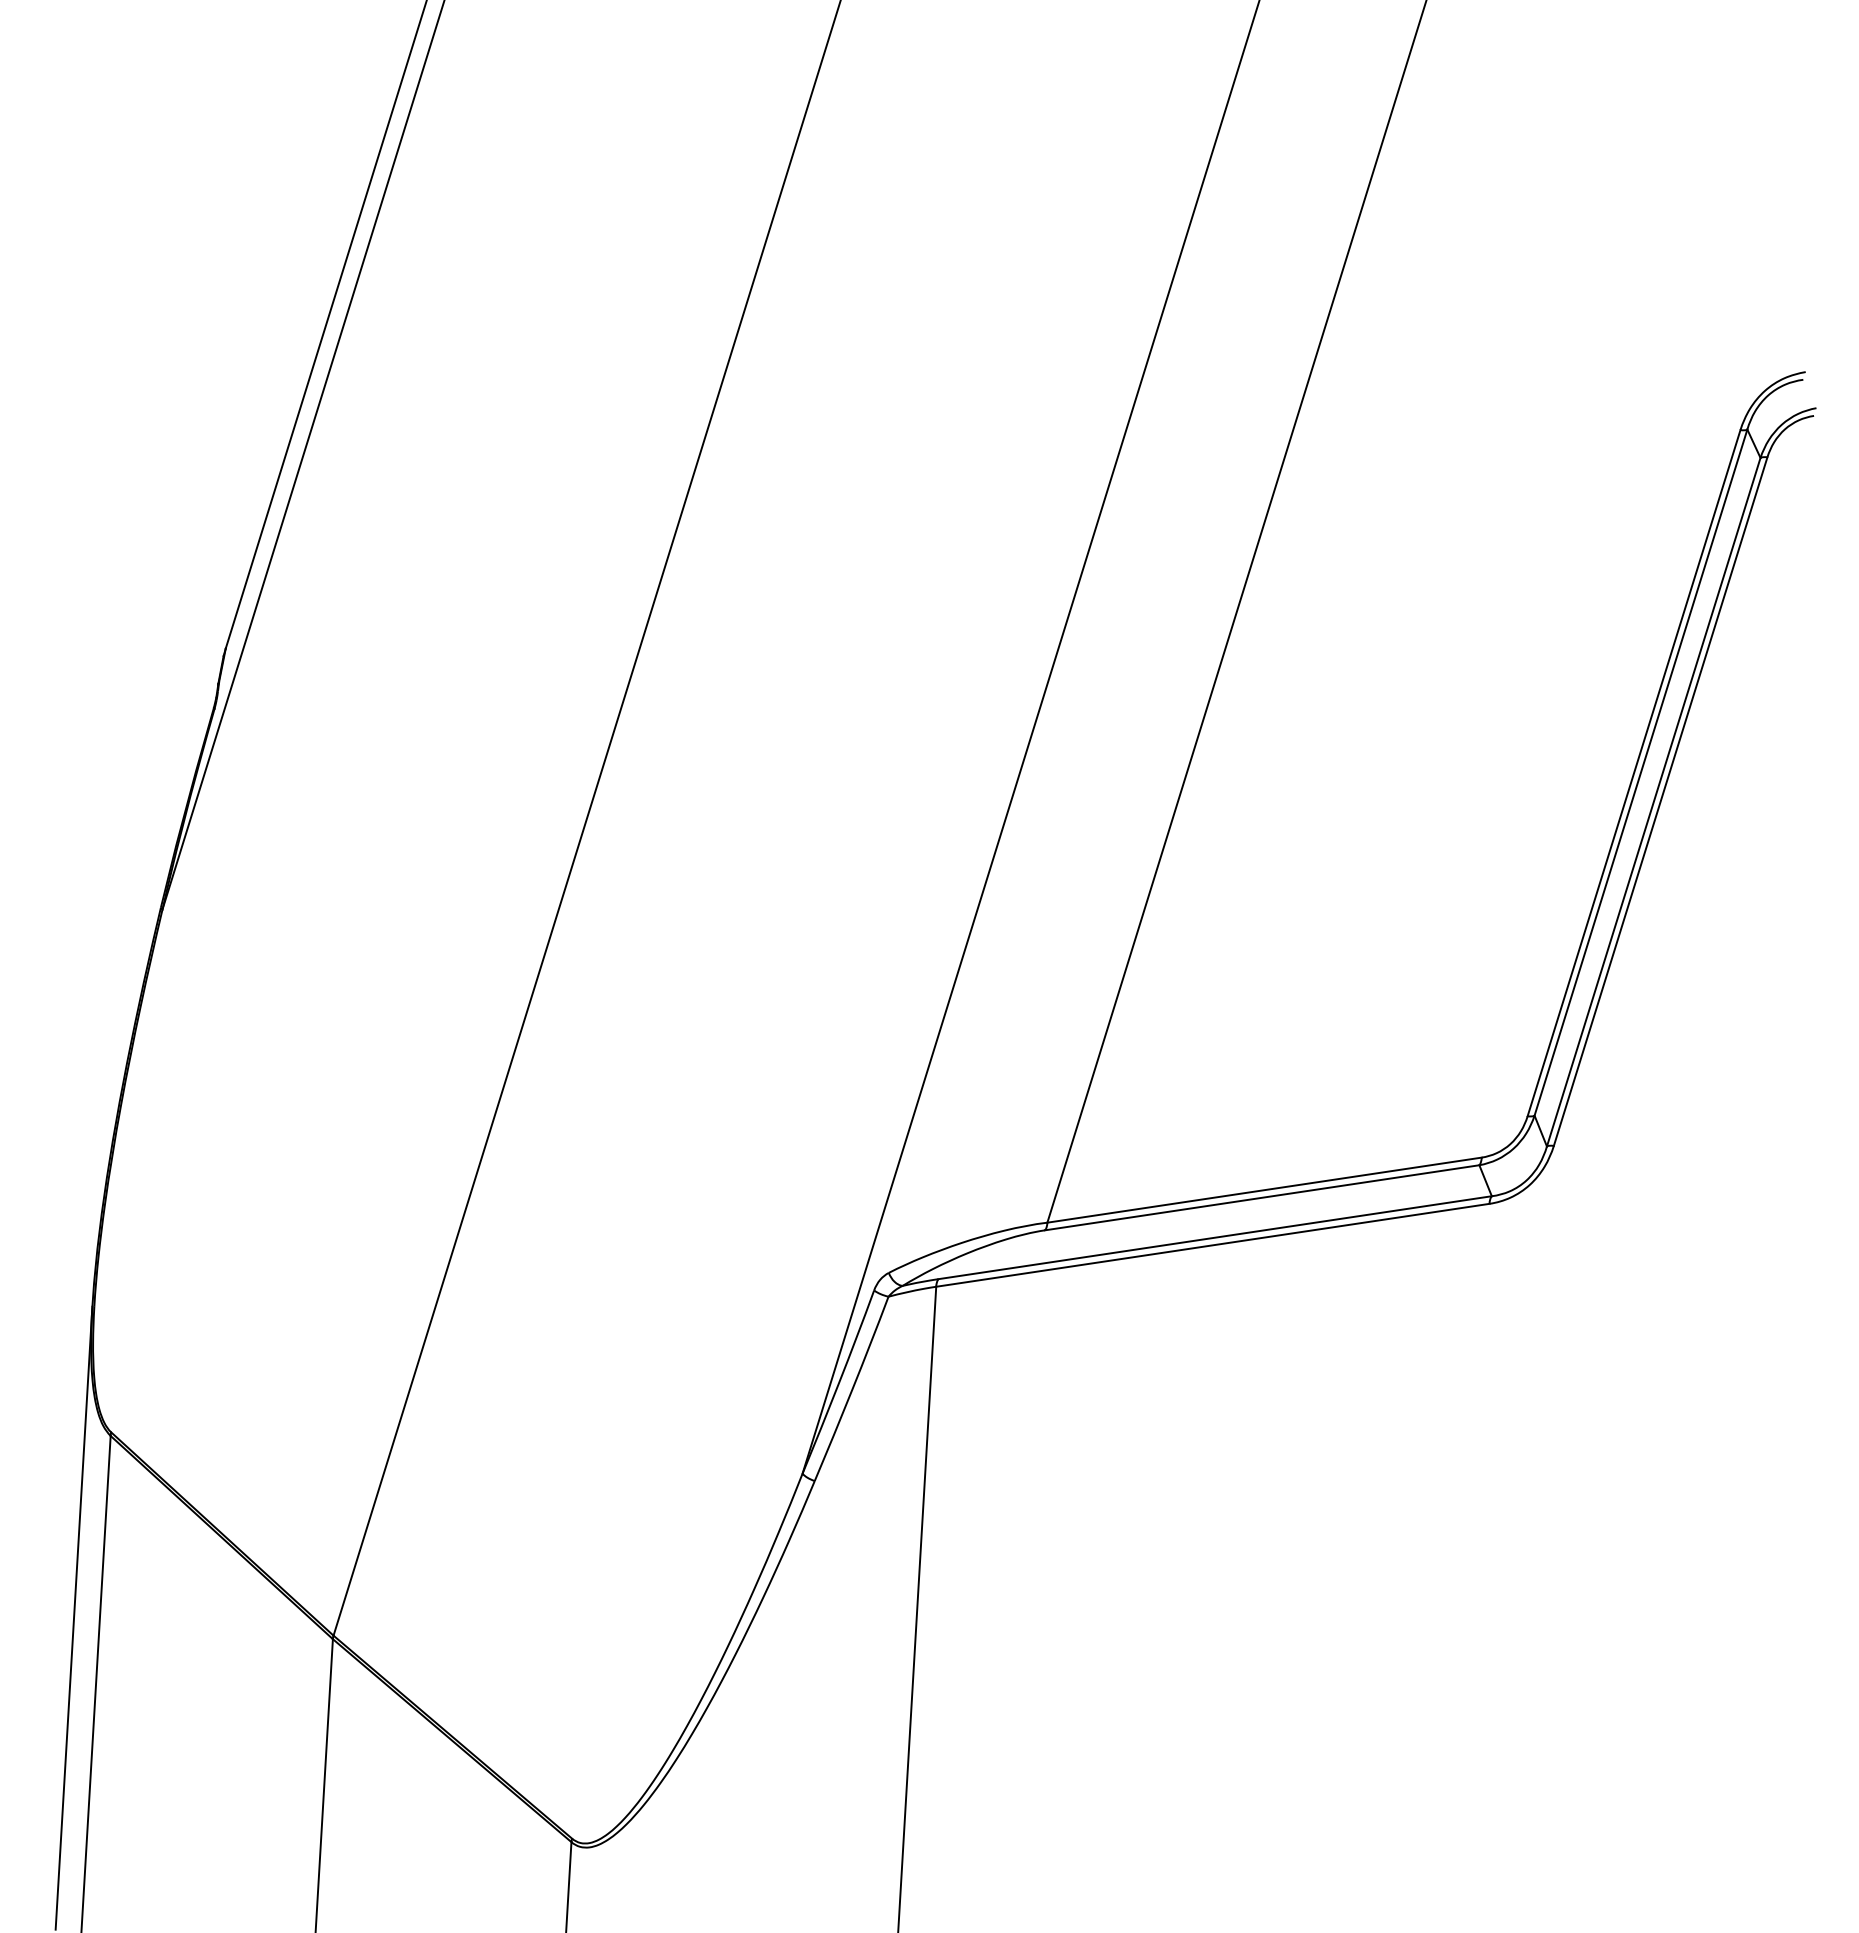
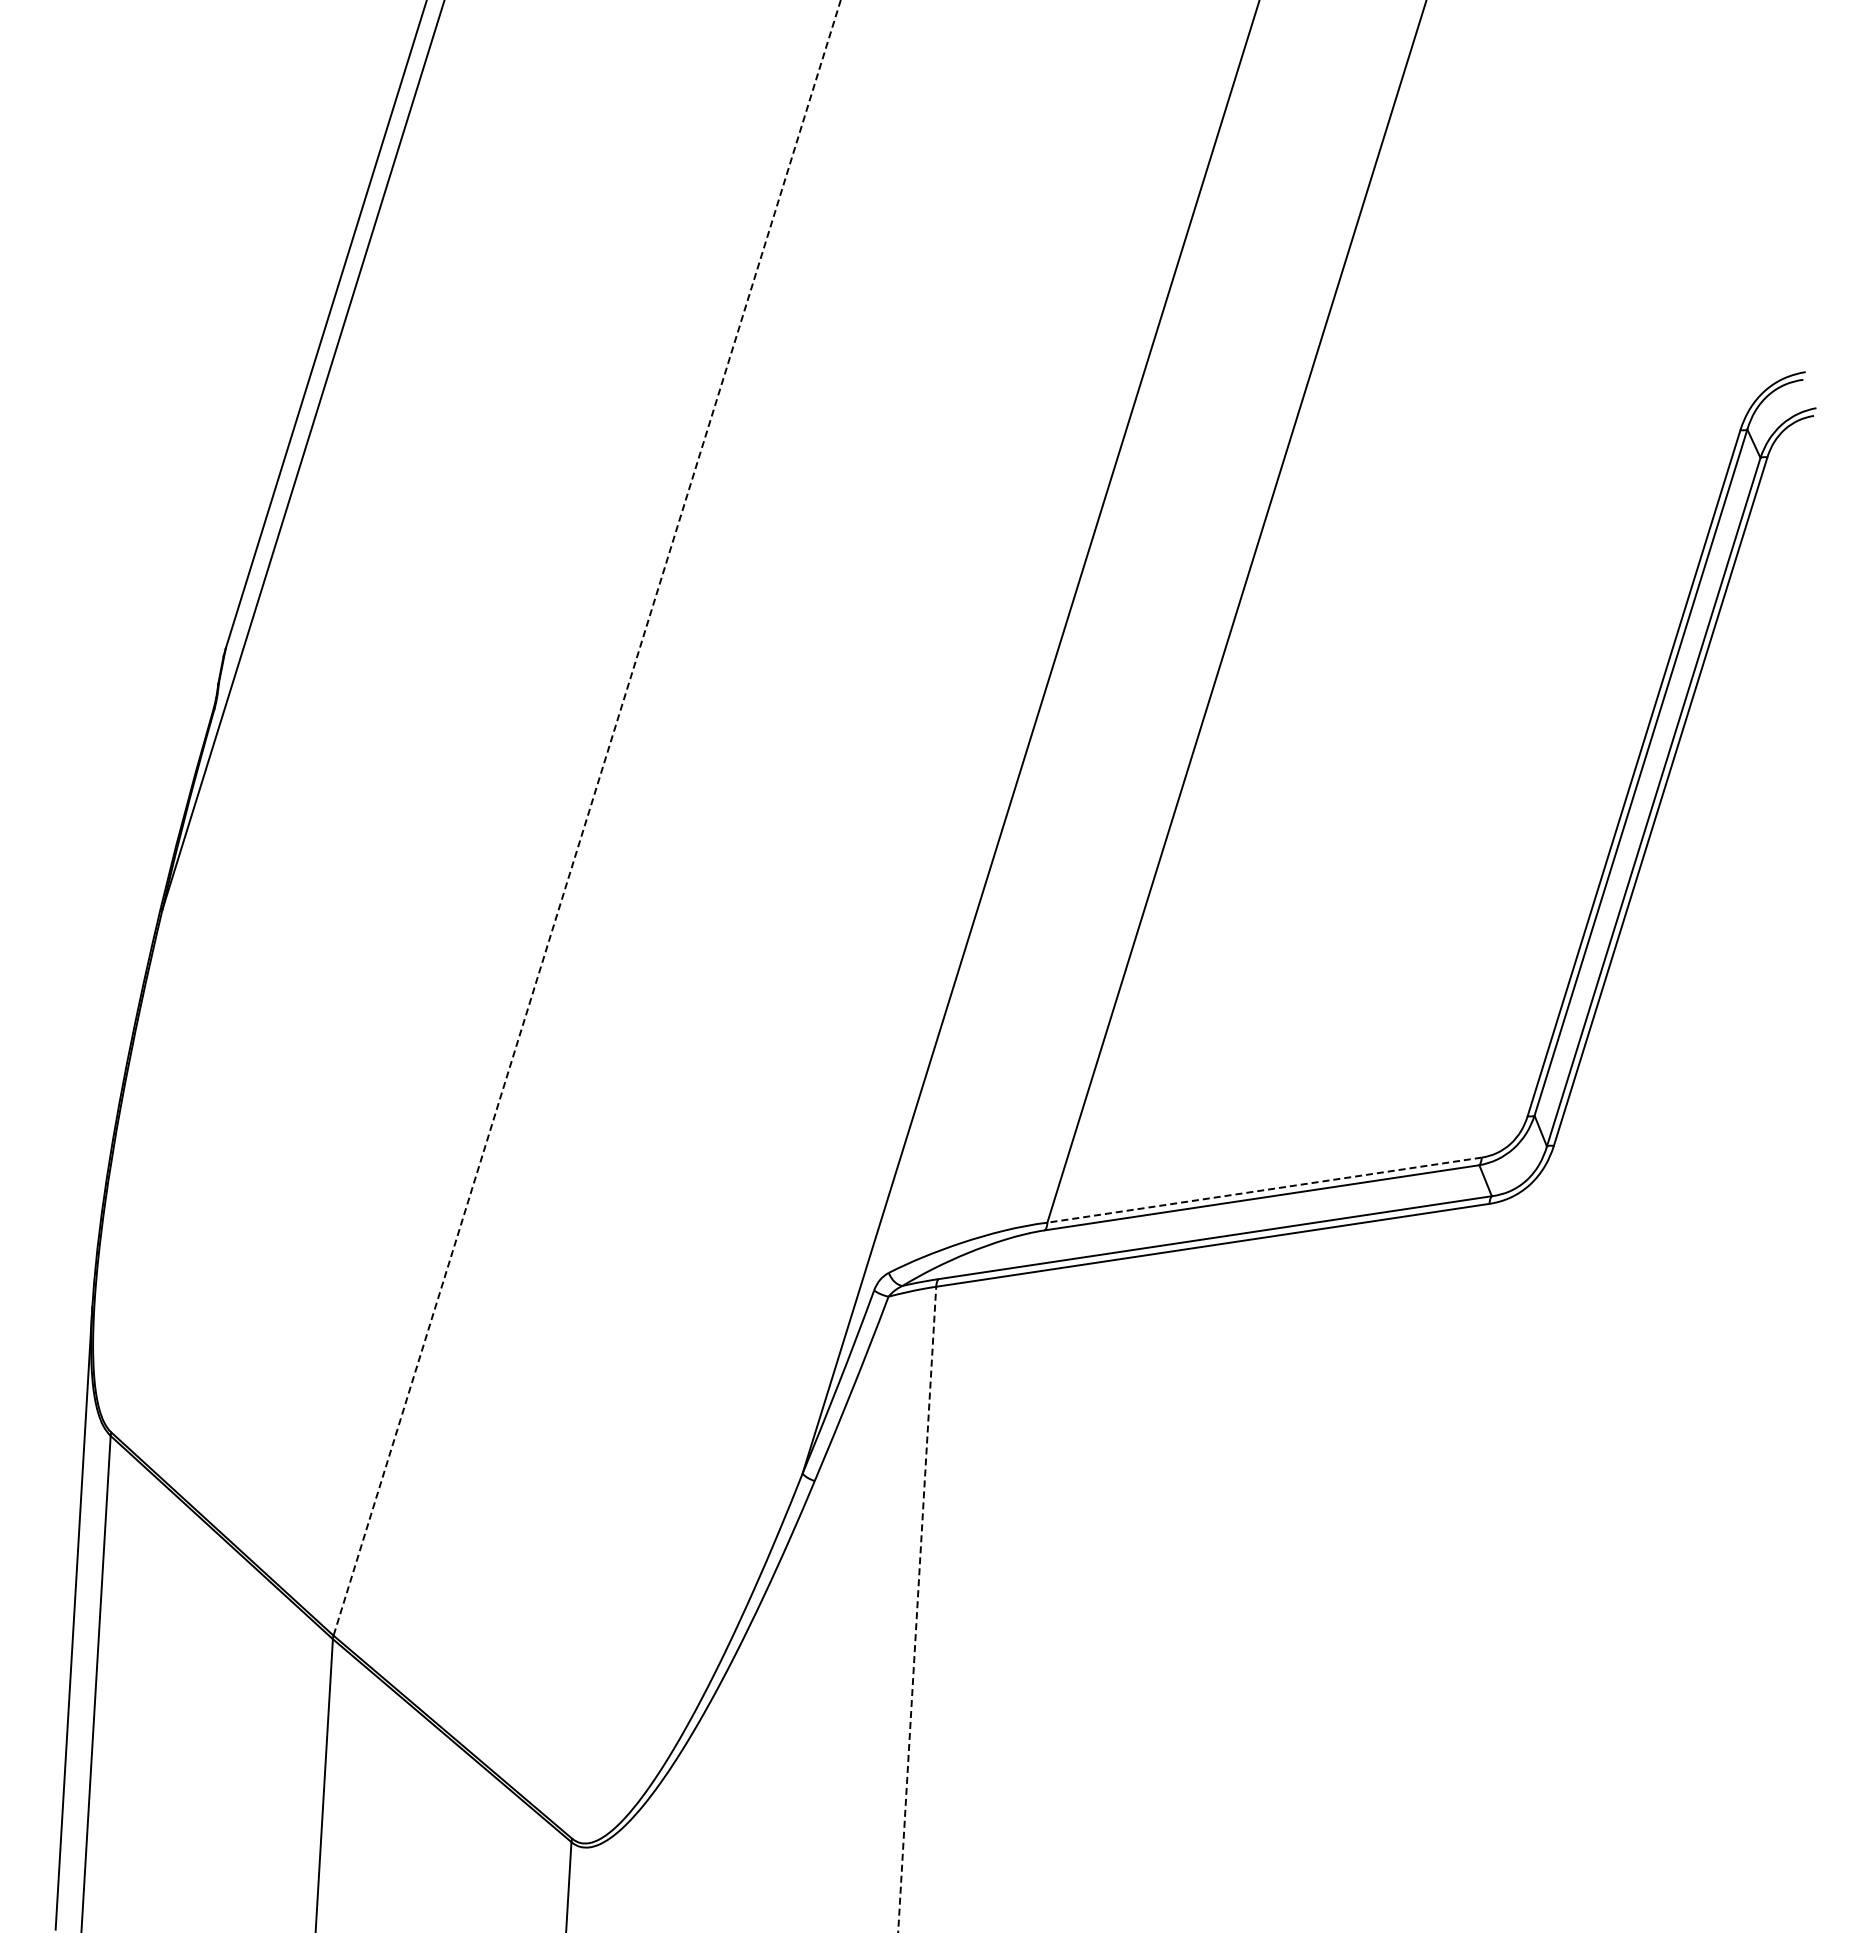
line at (587, 818): solid -> dashed
line at (1264, 1190): solid -> dashed
line at (917, 1609): solid -> dashed
